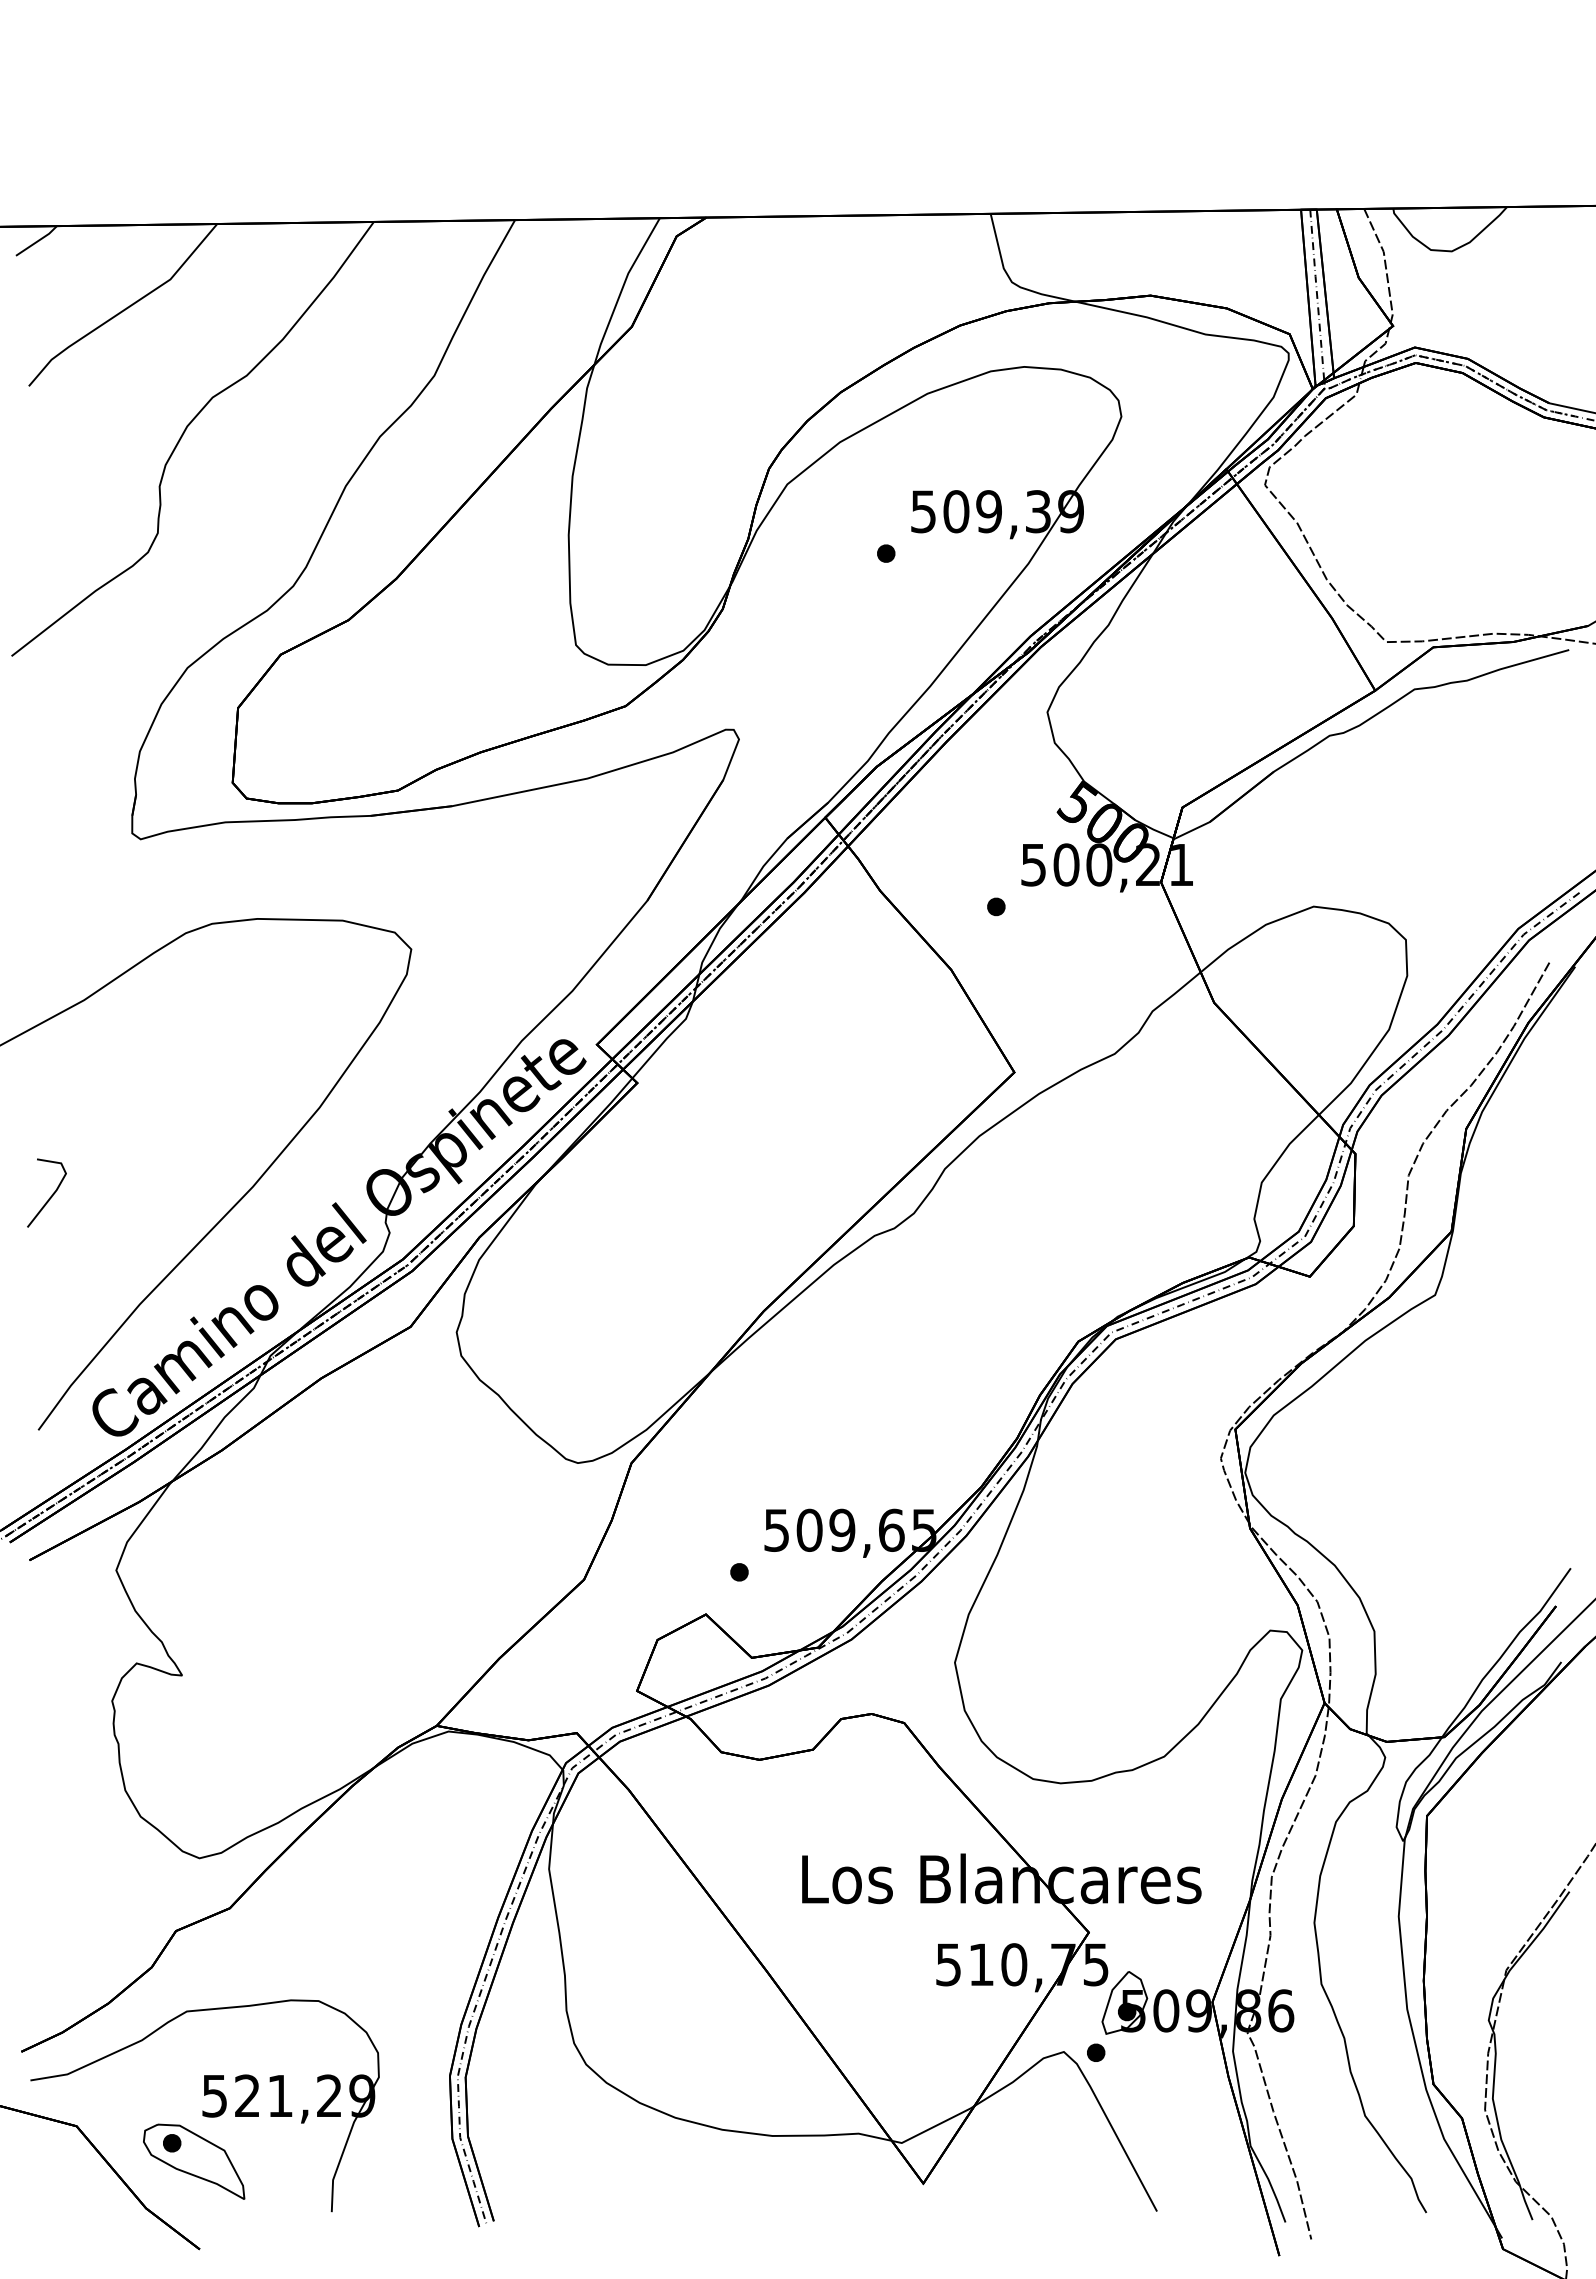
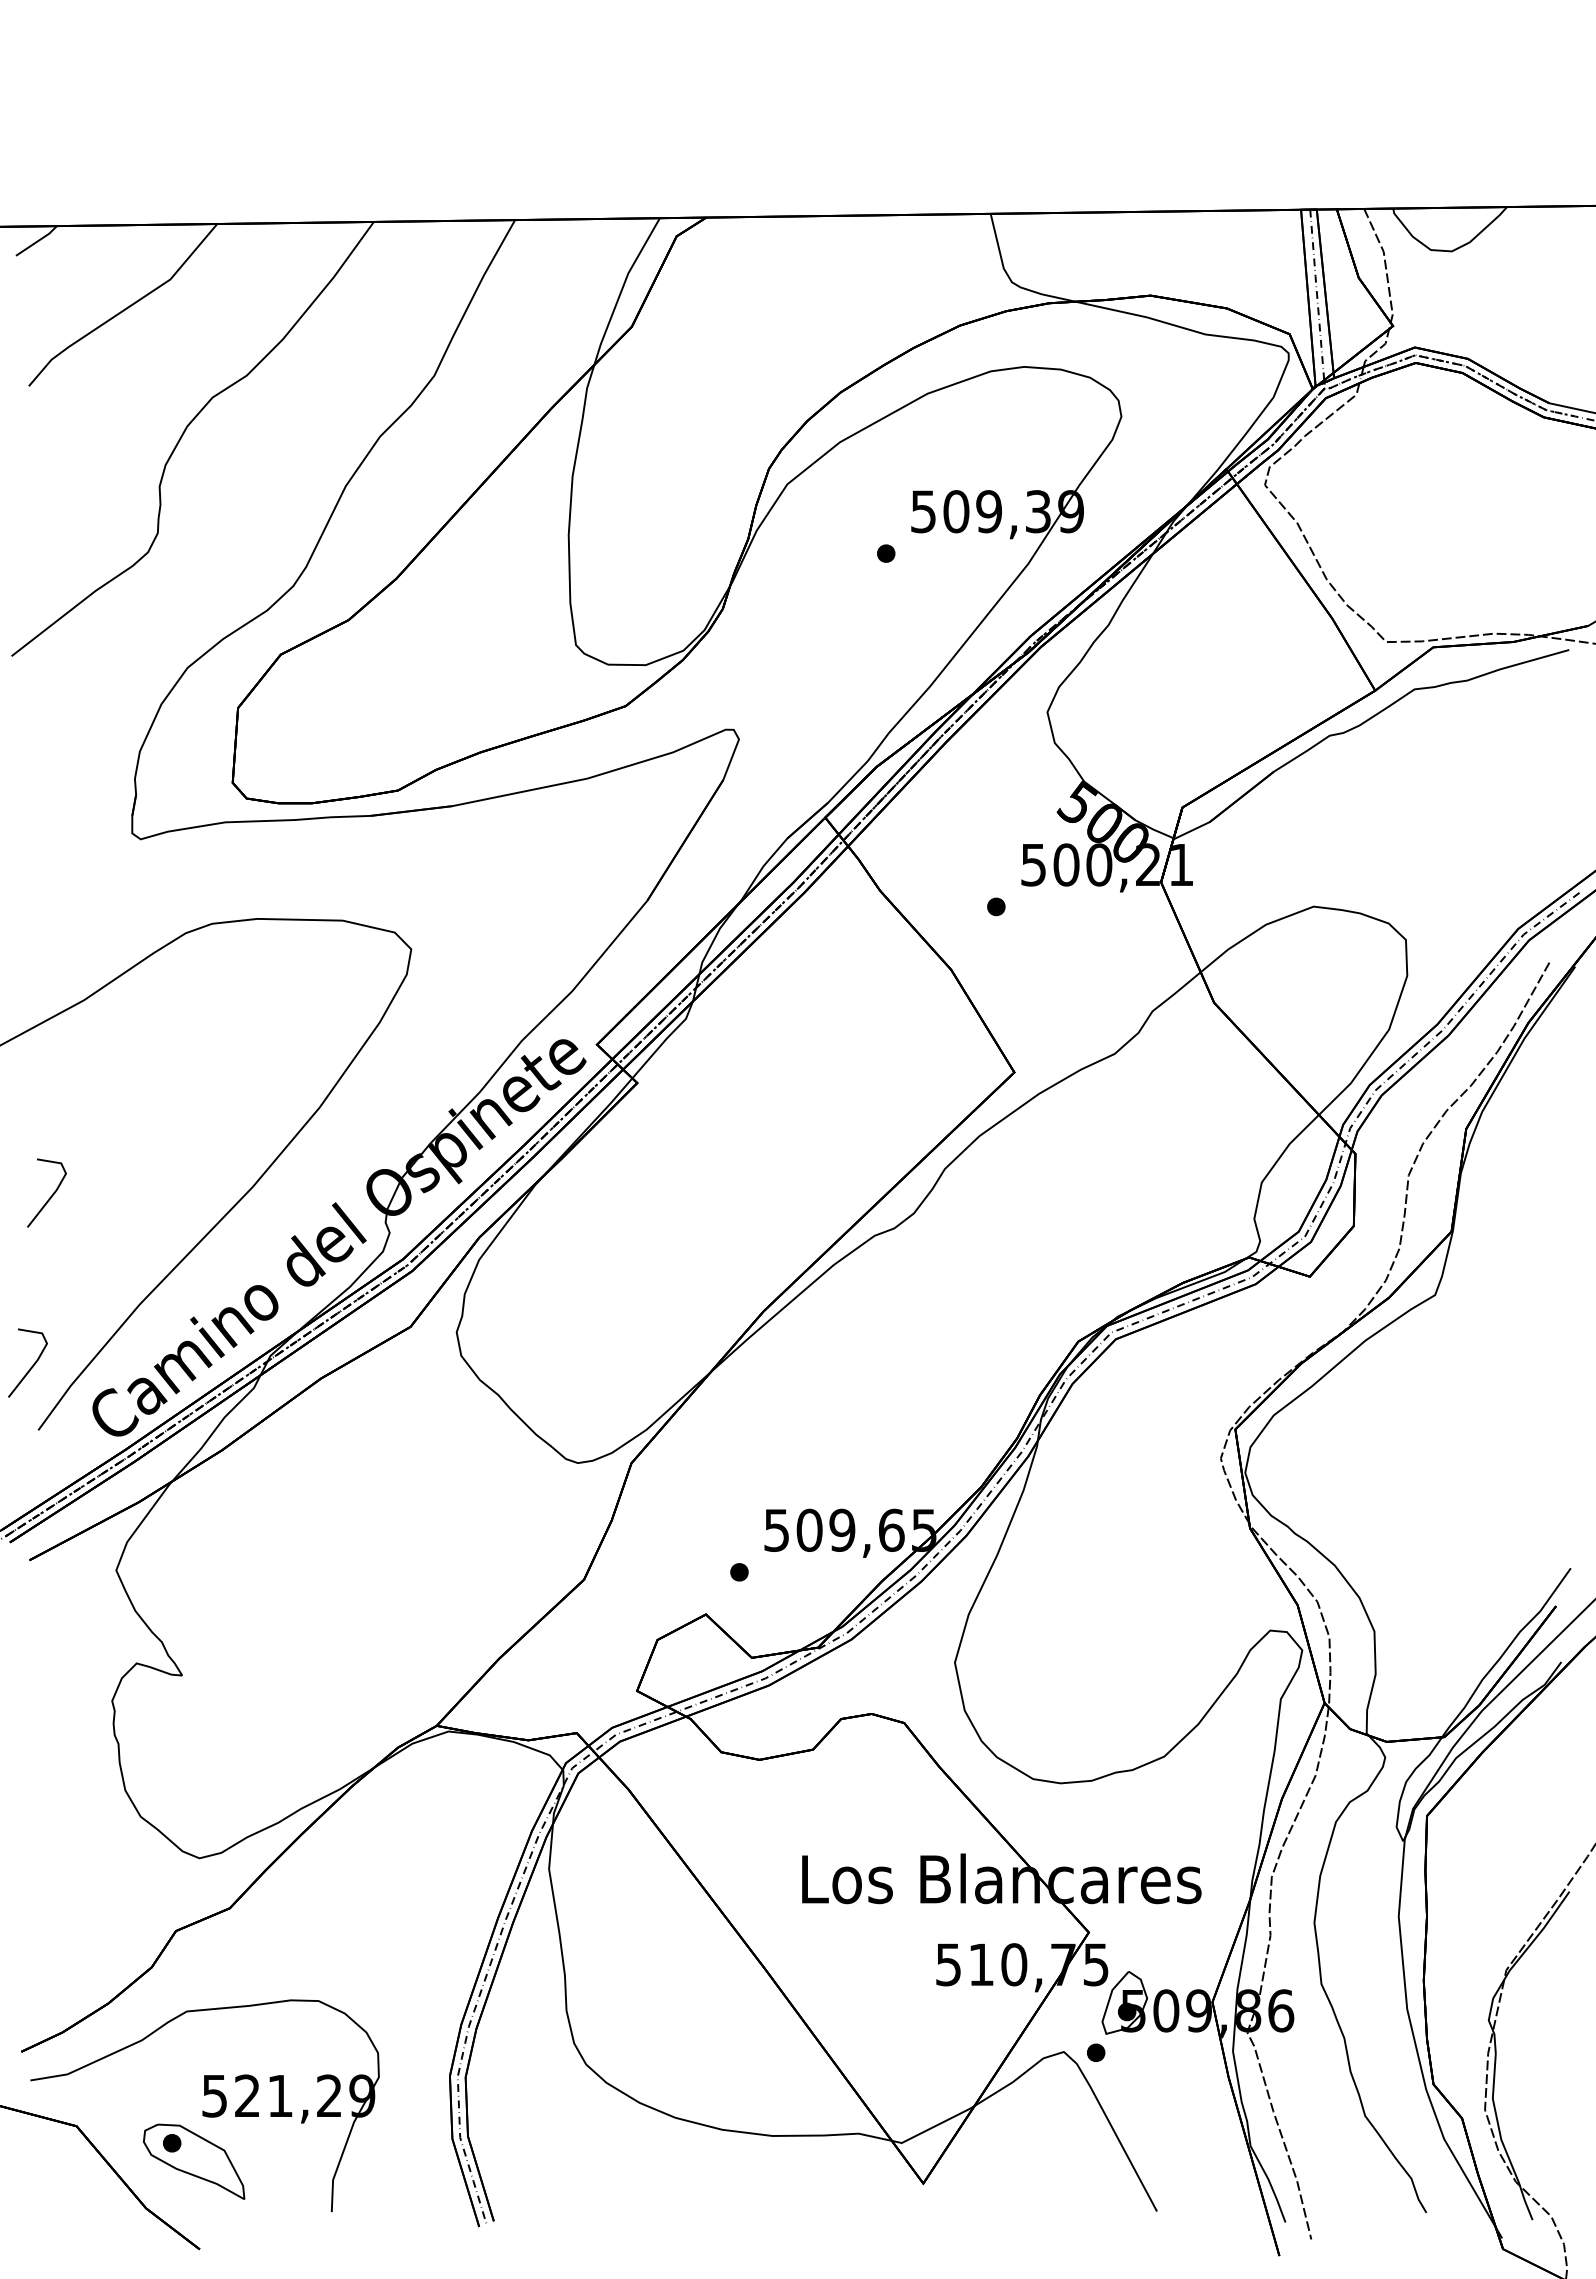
line at (31, 1366): none -> present
